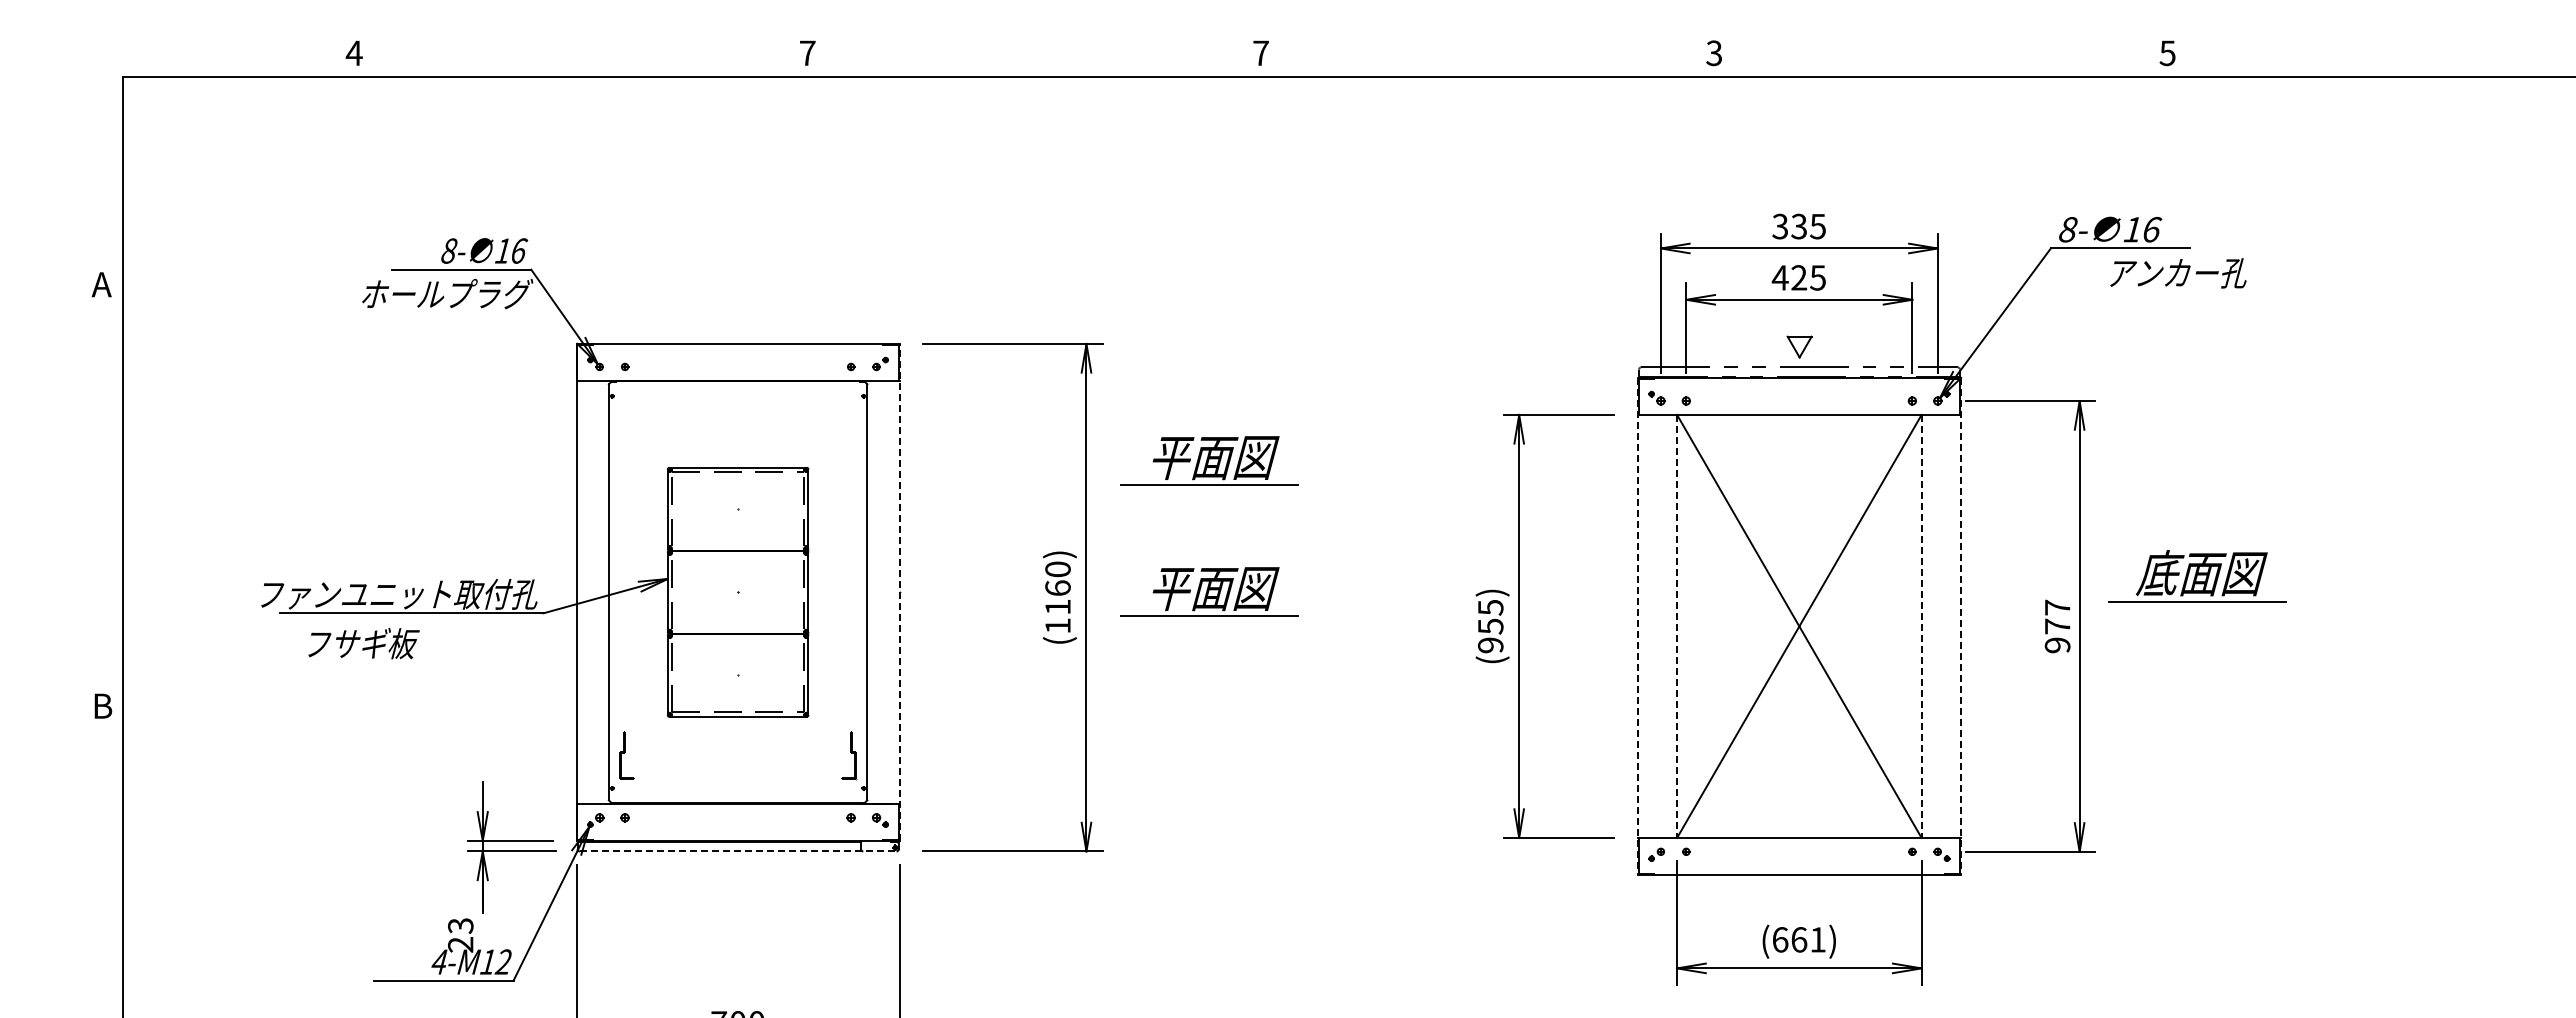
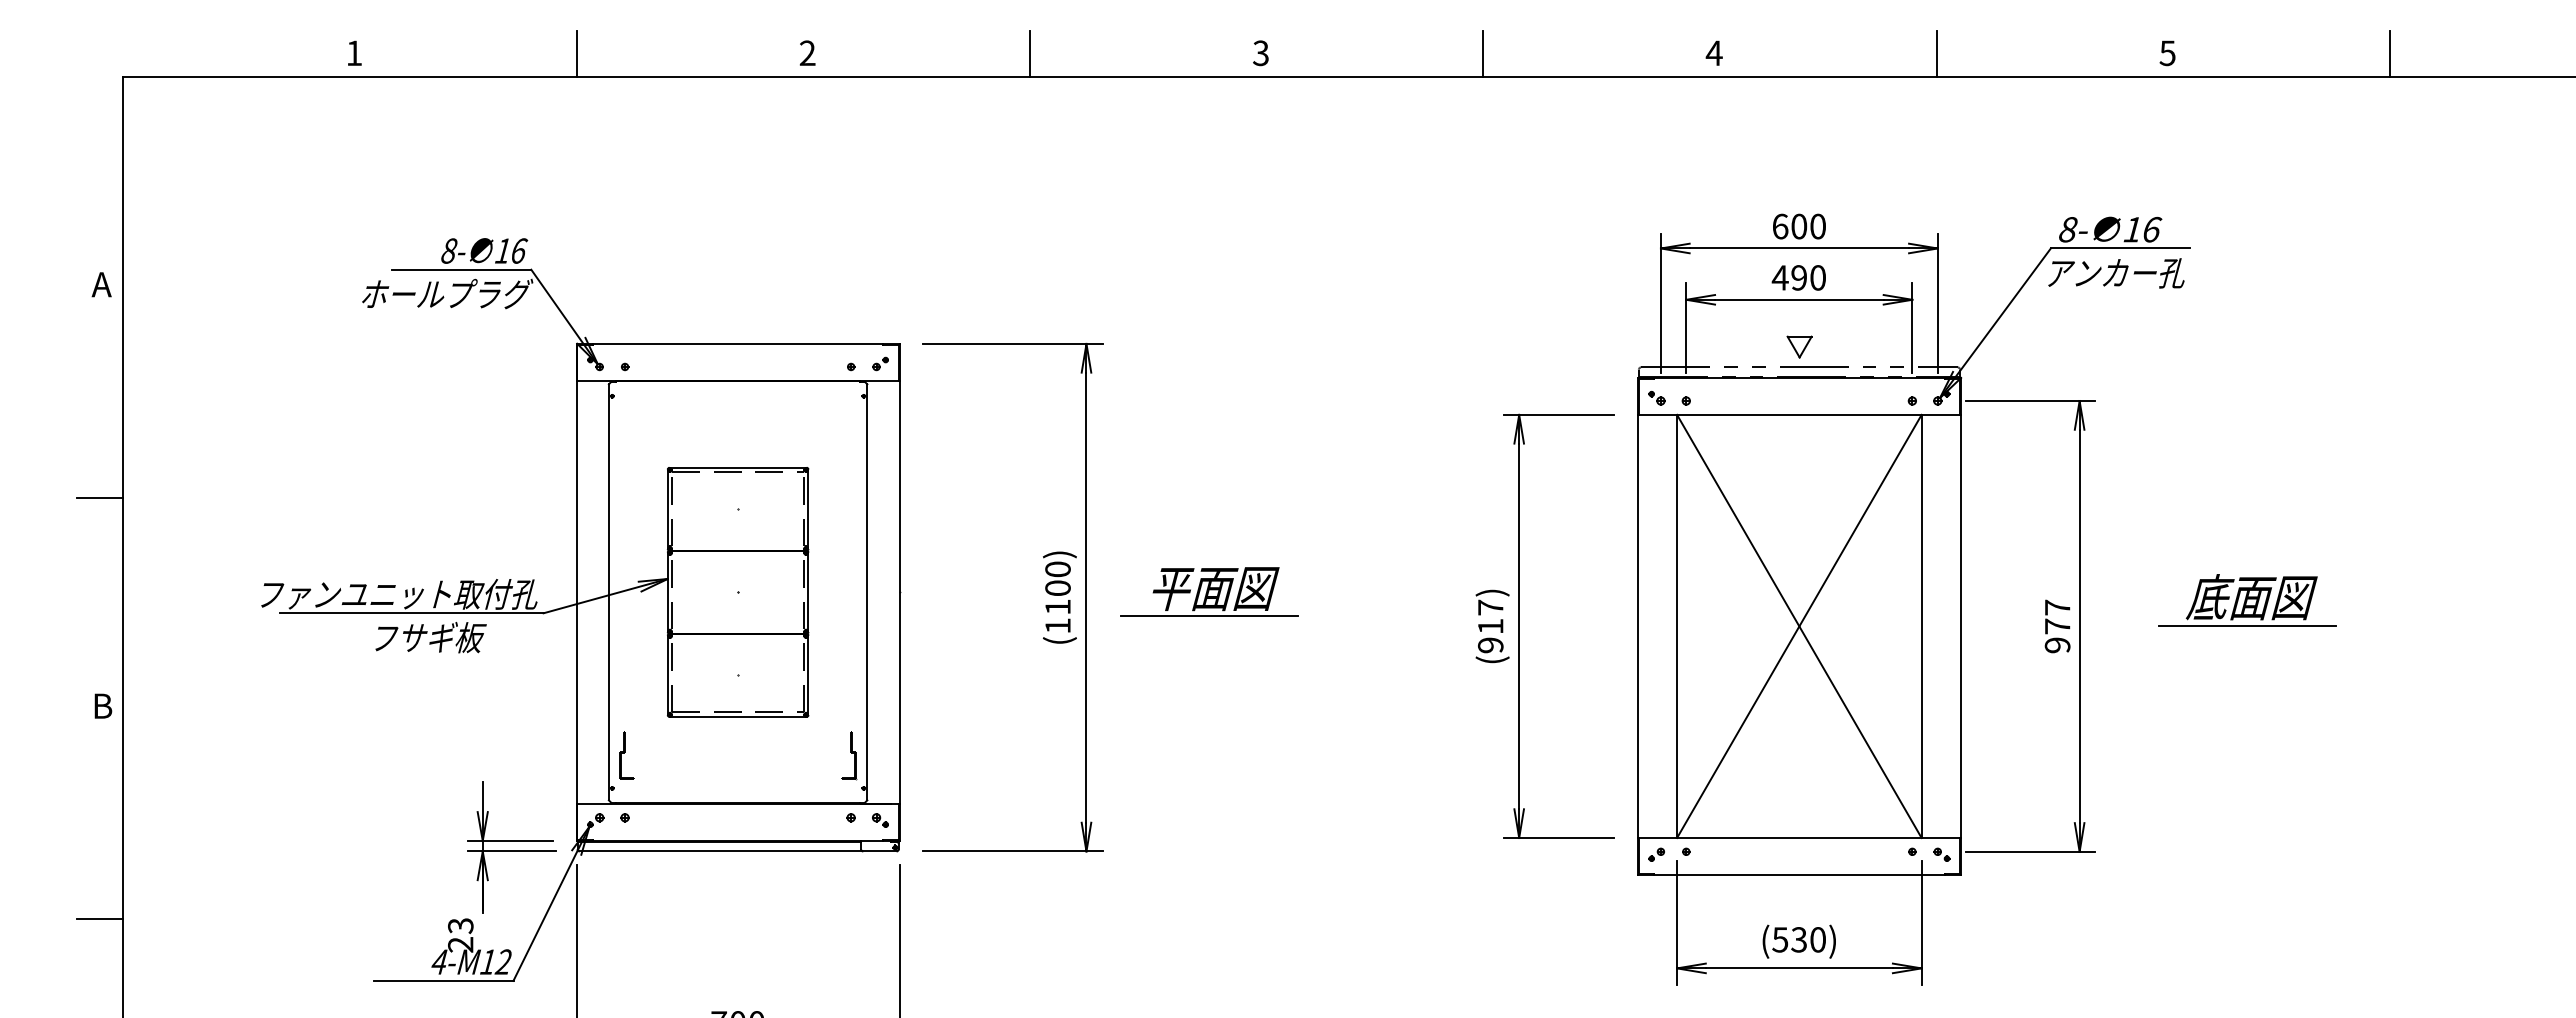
text at (353, 52): 4 -> 1
text at (807, 52): 7 -> 2
line at (576, 53): none -> present
line at (1030, 53): none -> present
text at (1260, 53): 7 -> 3
line at (1483, 53): none -> present
text at (1713, 53): 3 -> 4
line at (1936, 53): none -> present
line at (2390, 53): none -> present
text at (1798, 226): 335 -> 600
text at (2178, 273) position: (2178, 273) -> (2116, 273)
text at (1808, 277): 425 -> 490
part at (1209, 460): present -> none
line at (100, 498): none -> present
part at (2197, 576) position: (2197, 576) -> (2247, 600)
text at (1057, 587): (1160) -> (1100)
line at (899, 591): dashed -> solid
text at (1490, 616): (955) -> (917)
line at (1637, 626): dashed -> solid
line at (1677, 626): dashed -> solid
line at (1921, 626): dashed -> solid
line at (1960, 626): dashed -> solid
text at (363, 643) position: (363, 643) -> (430, 637)
line at (738, 851): dashed -> solid
line at (100, 919): none -> present
text at (1798, 939): (661) -> (530)
